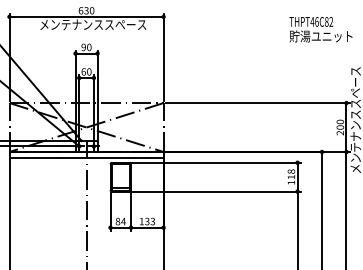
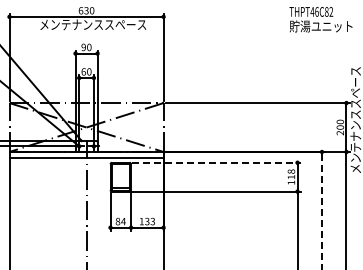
text at (320, 29) position: (320, 29) -> (320, 19)
line at (216, 162): solid -> dashed
line at (322, 212): solid -> dashed
